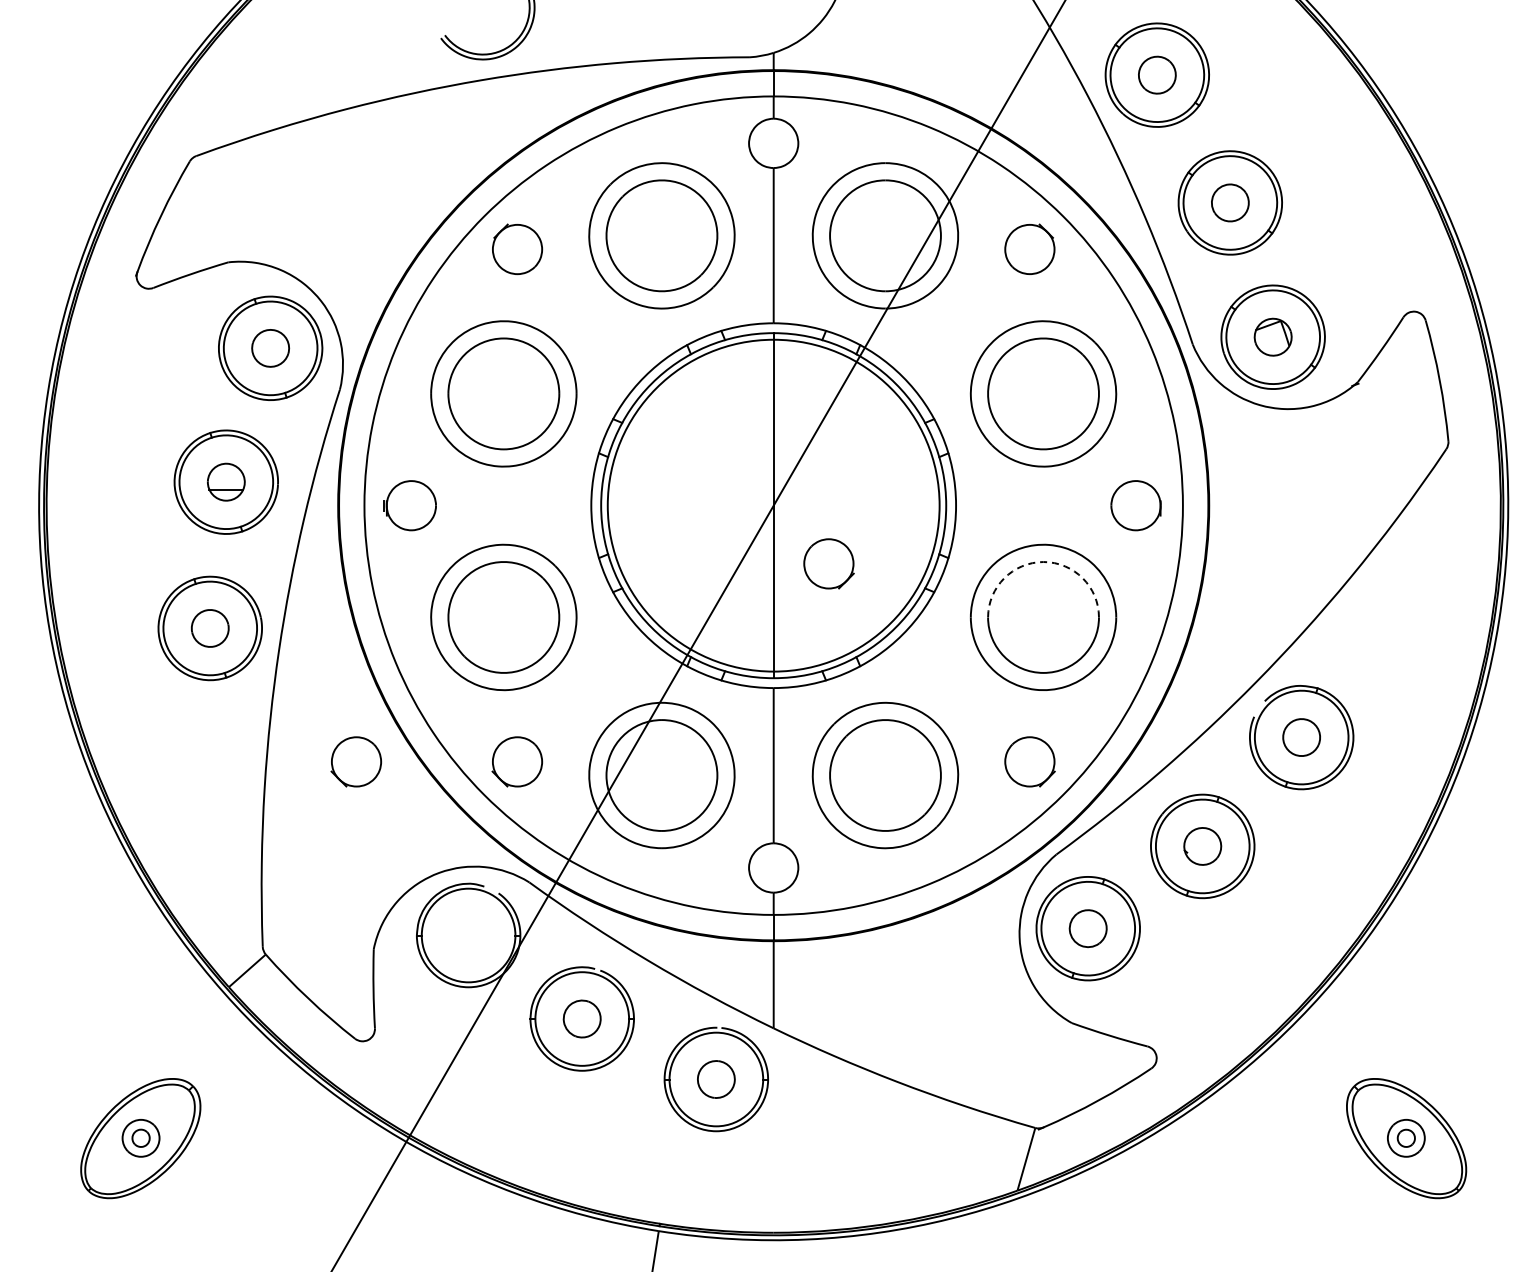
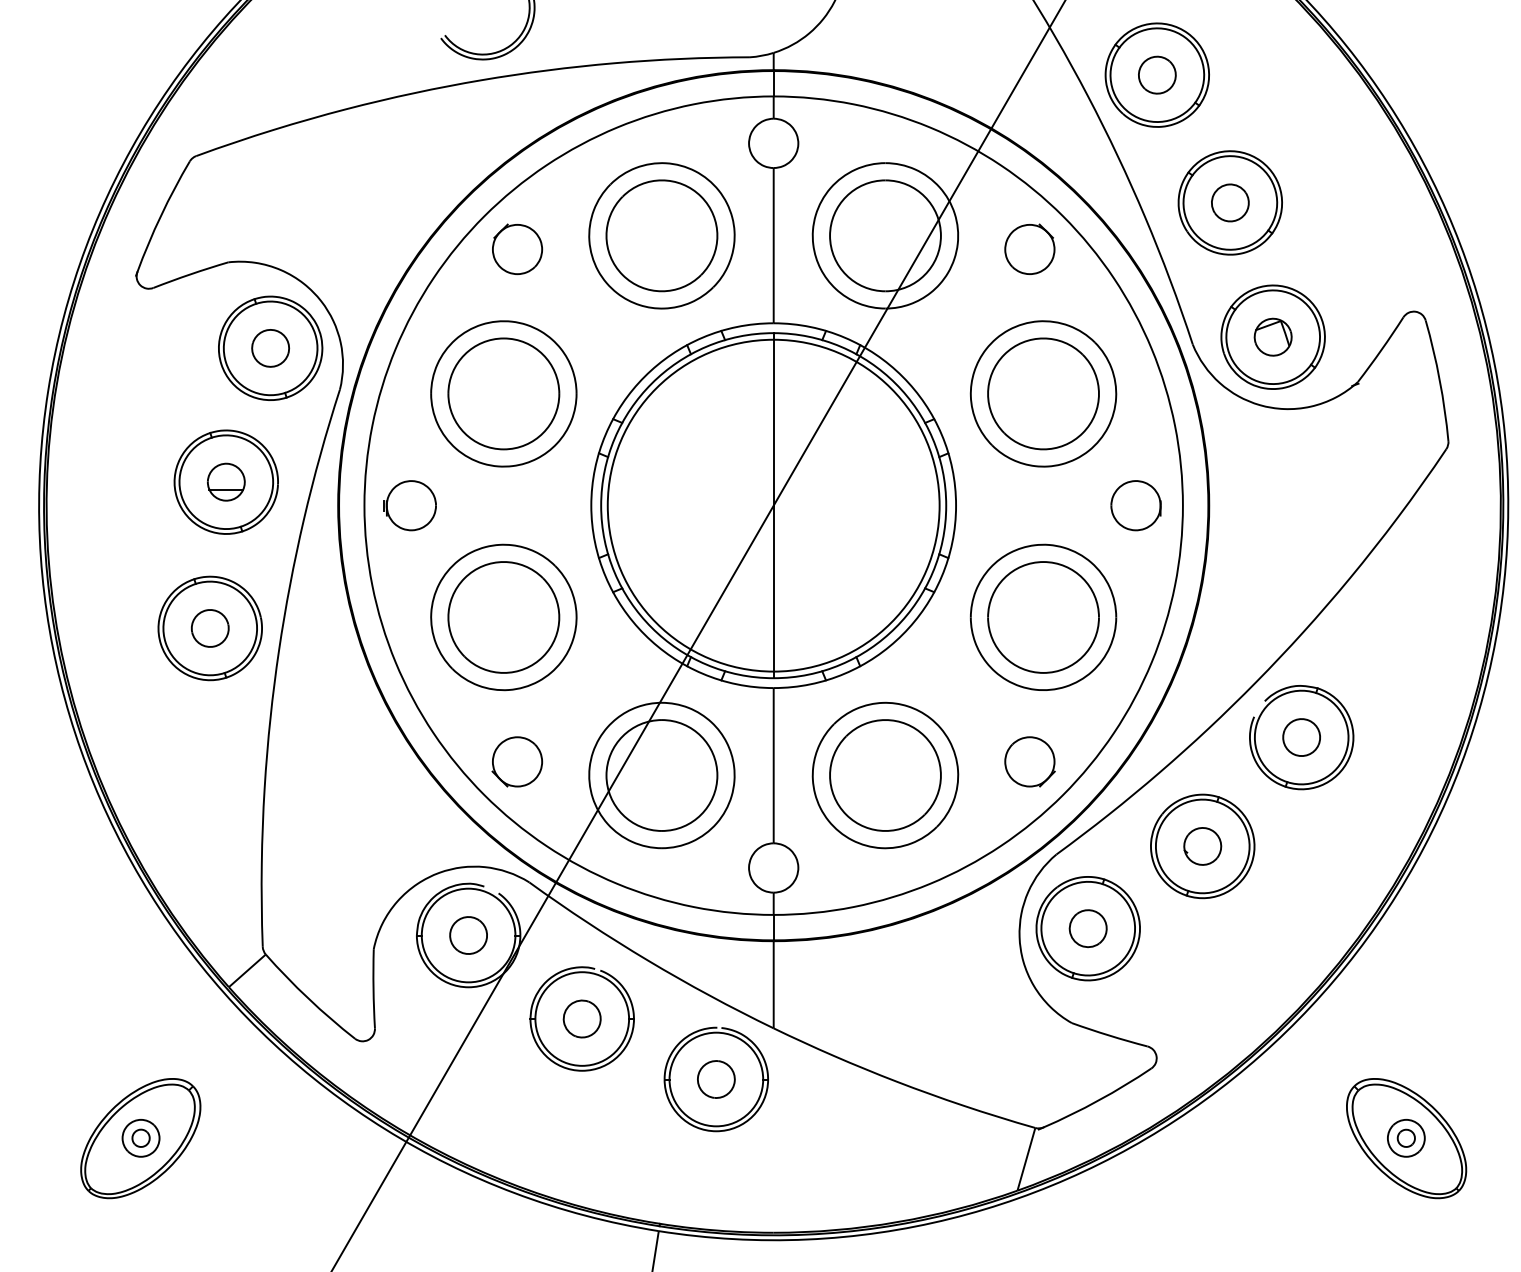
arc at (1043, 562): dashed -> solid
part at (828, 563): present -> none
part at (356, 761): present -> none
part at (468, 935): none -> present
